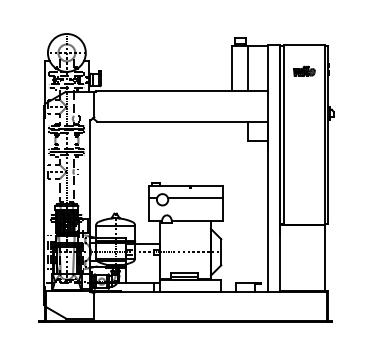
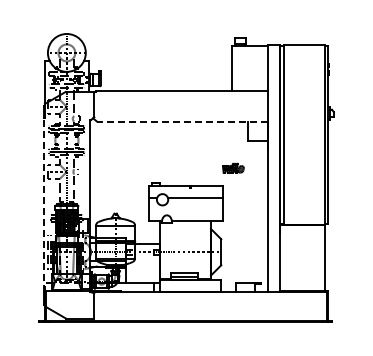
line at (248, 67): present -> none
part at (304, 70) position: (304, 70) -> (233, 167)
line at (181, 121): solid -> dashed
line at (43, 204): solid -> dashed
